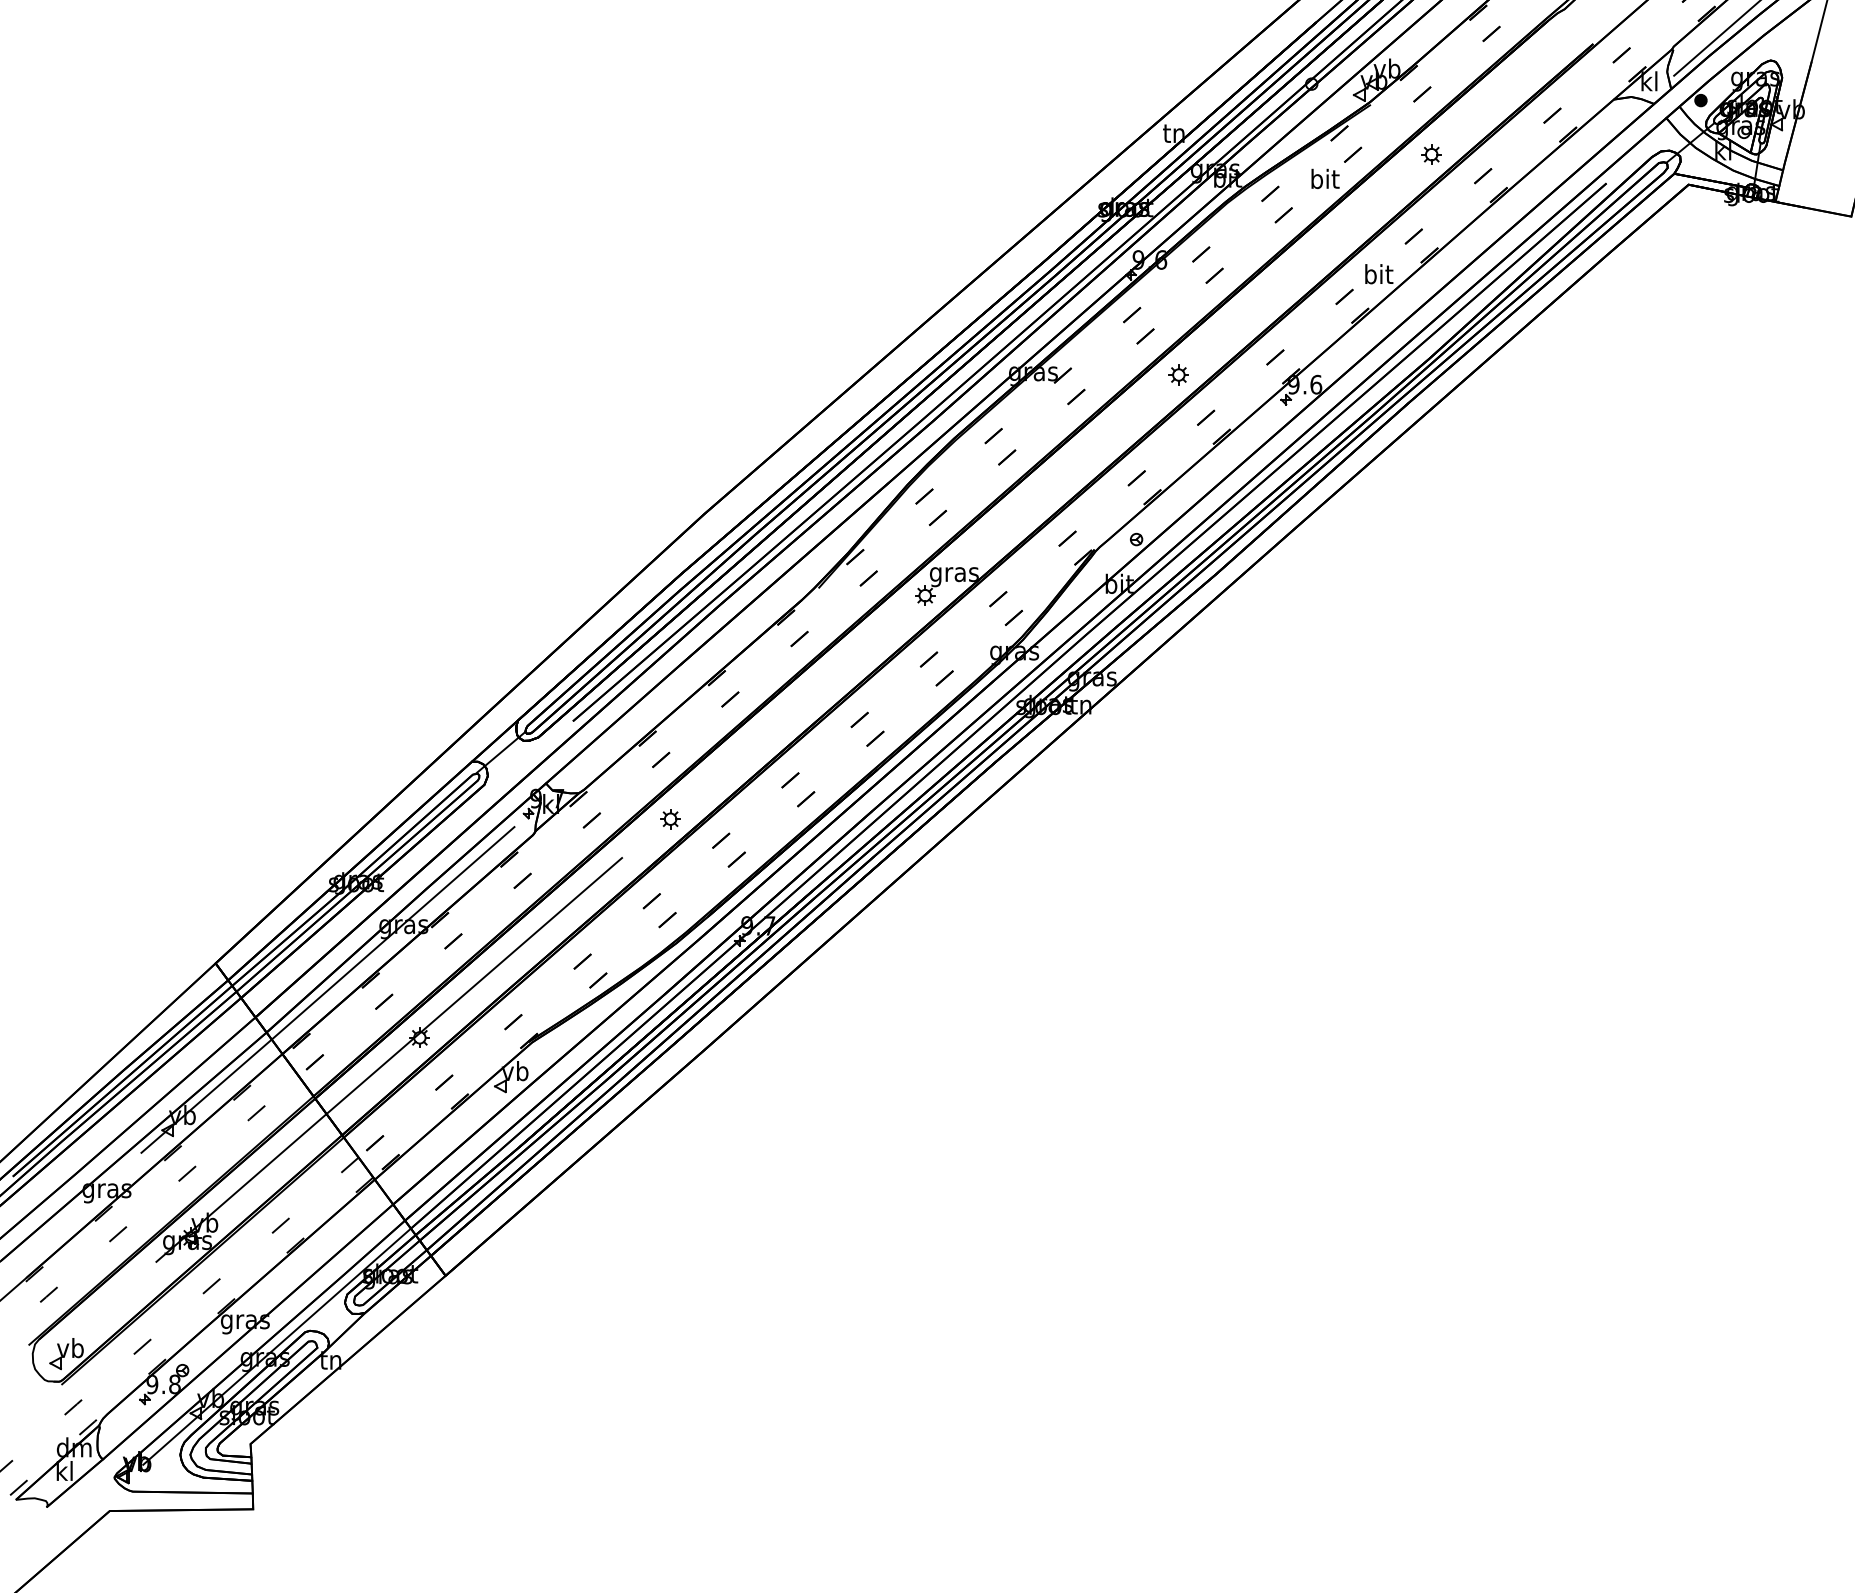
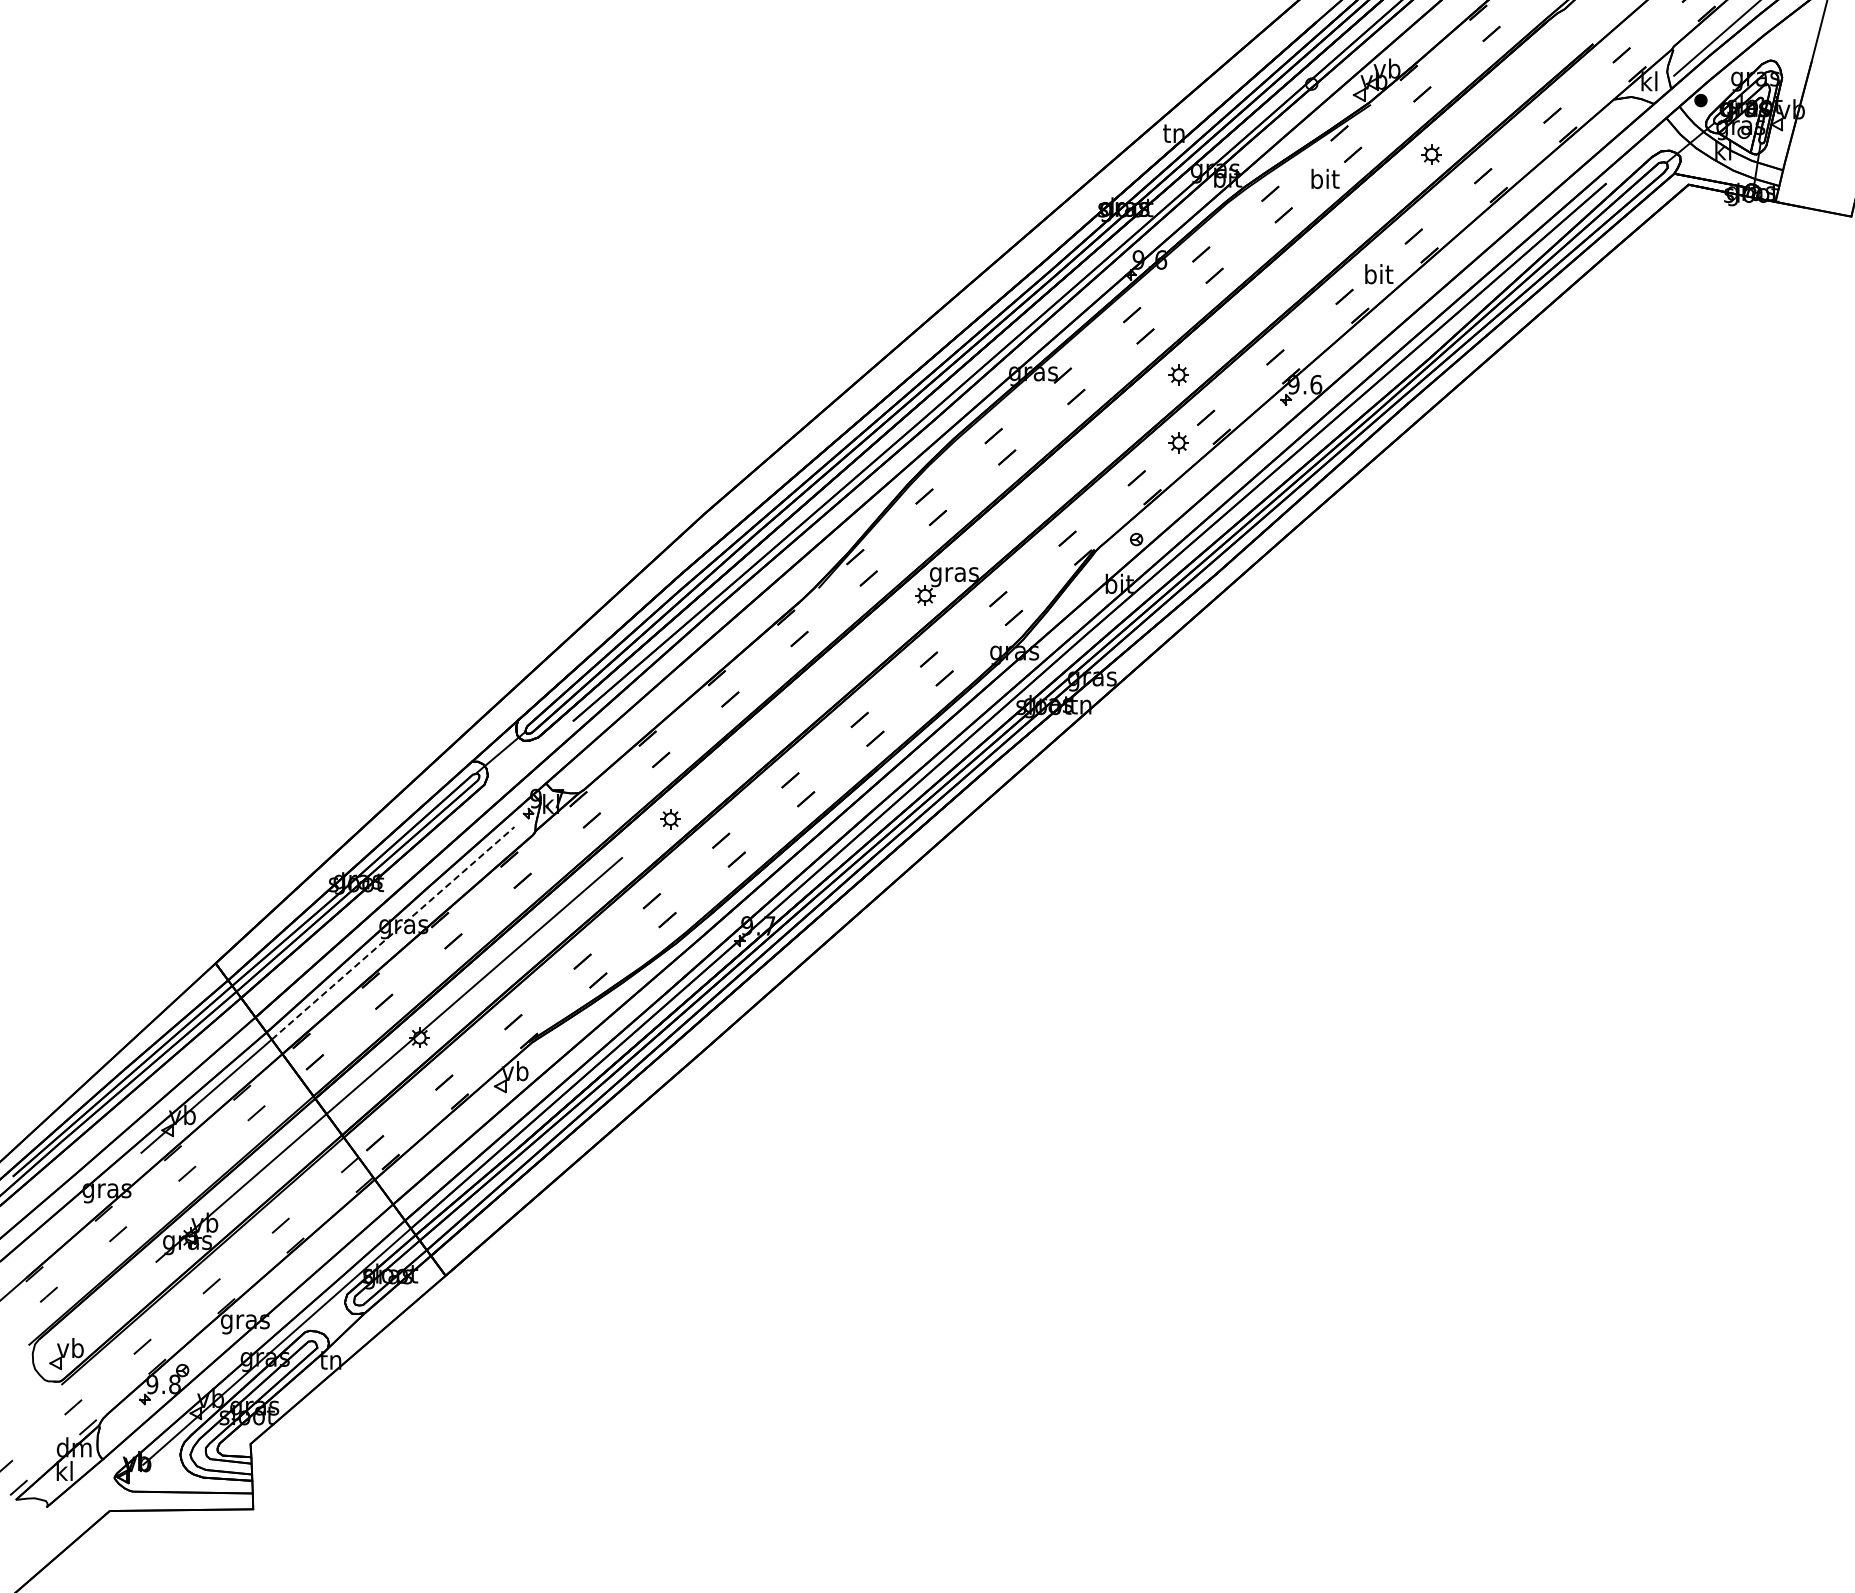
part at (1178, 442): none -> present
line at (393, 932): solid -> dashed
